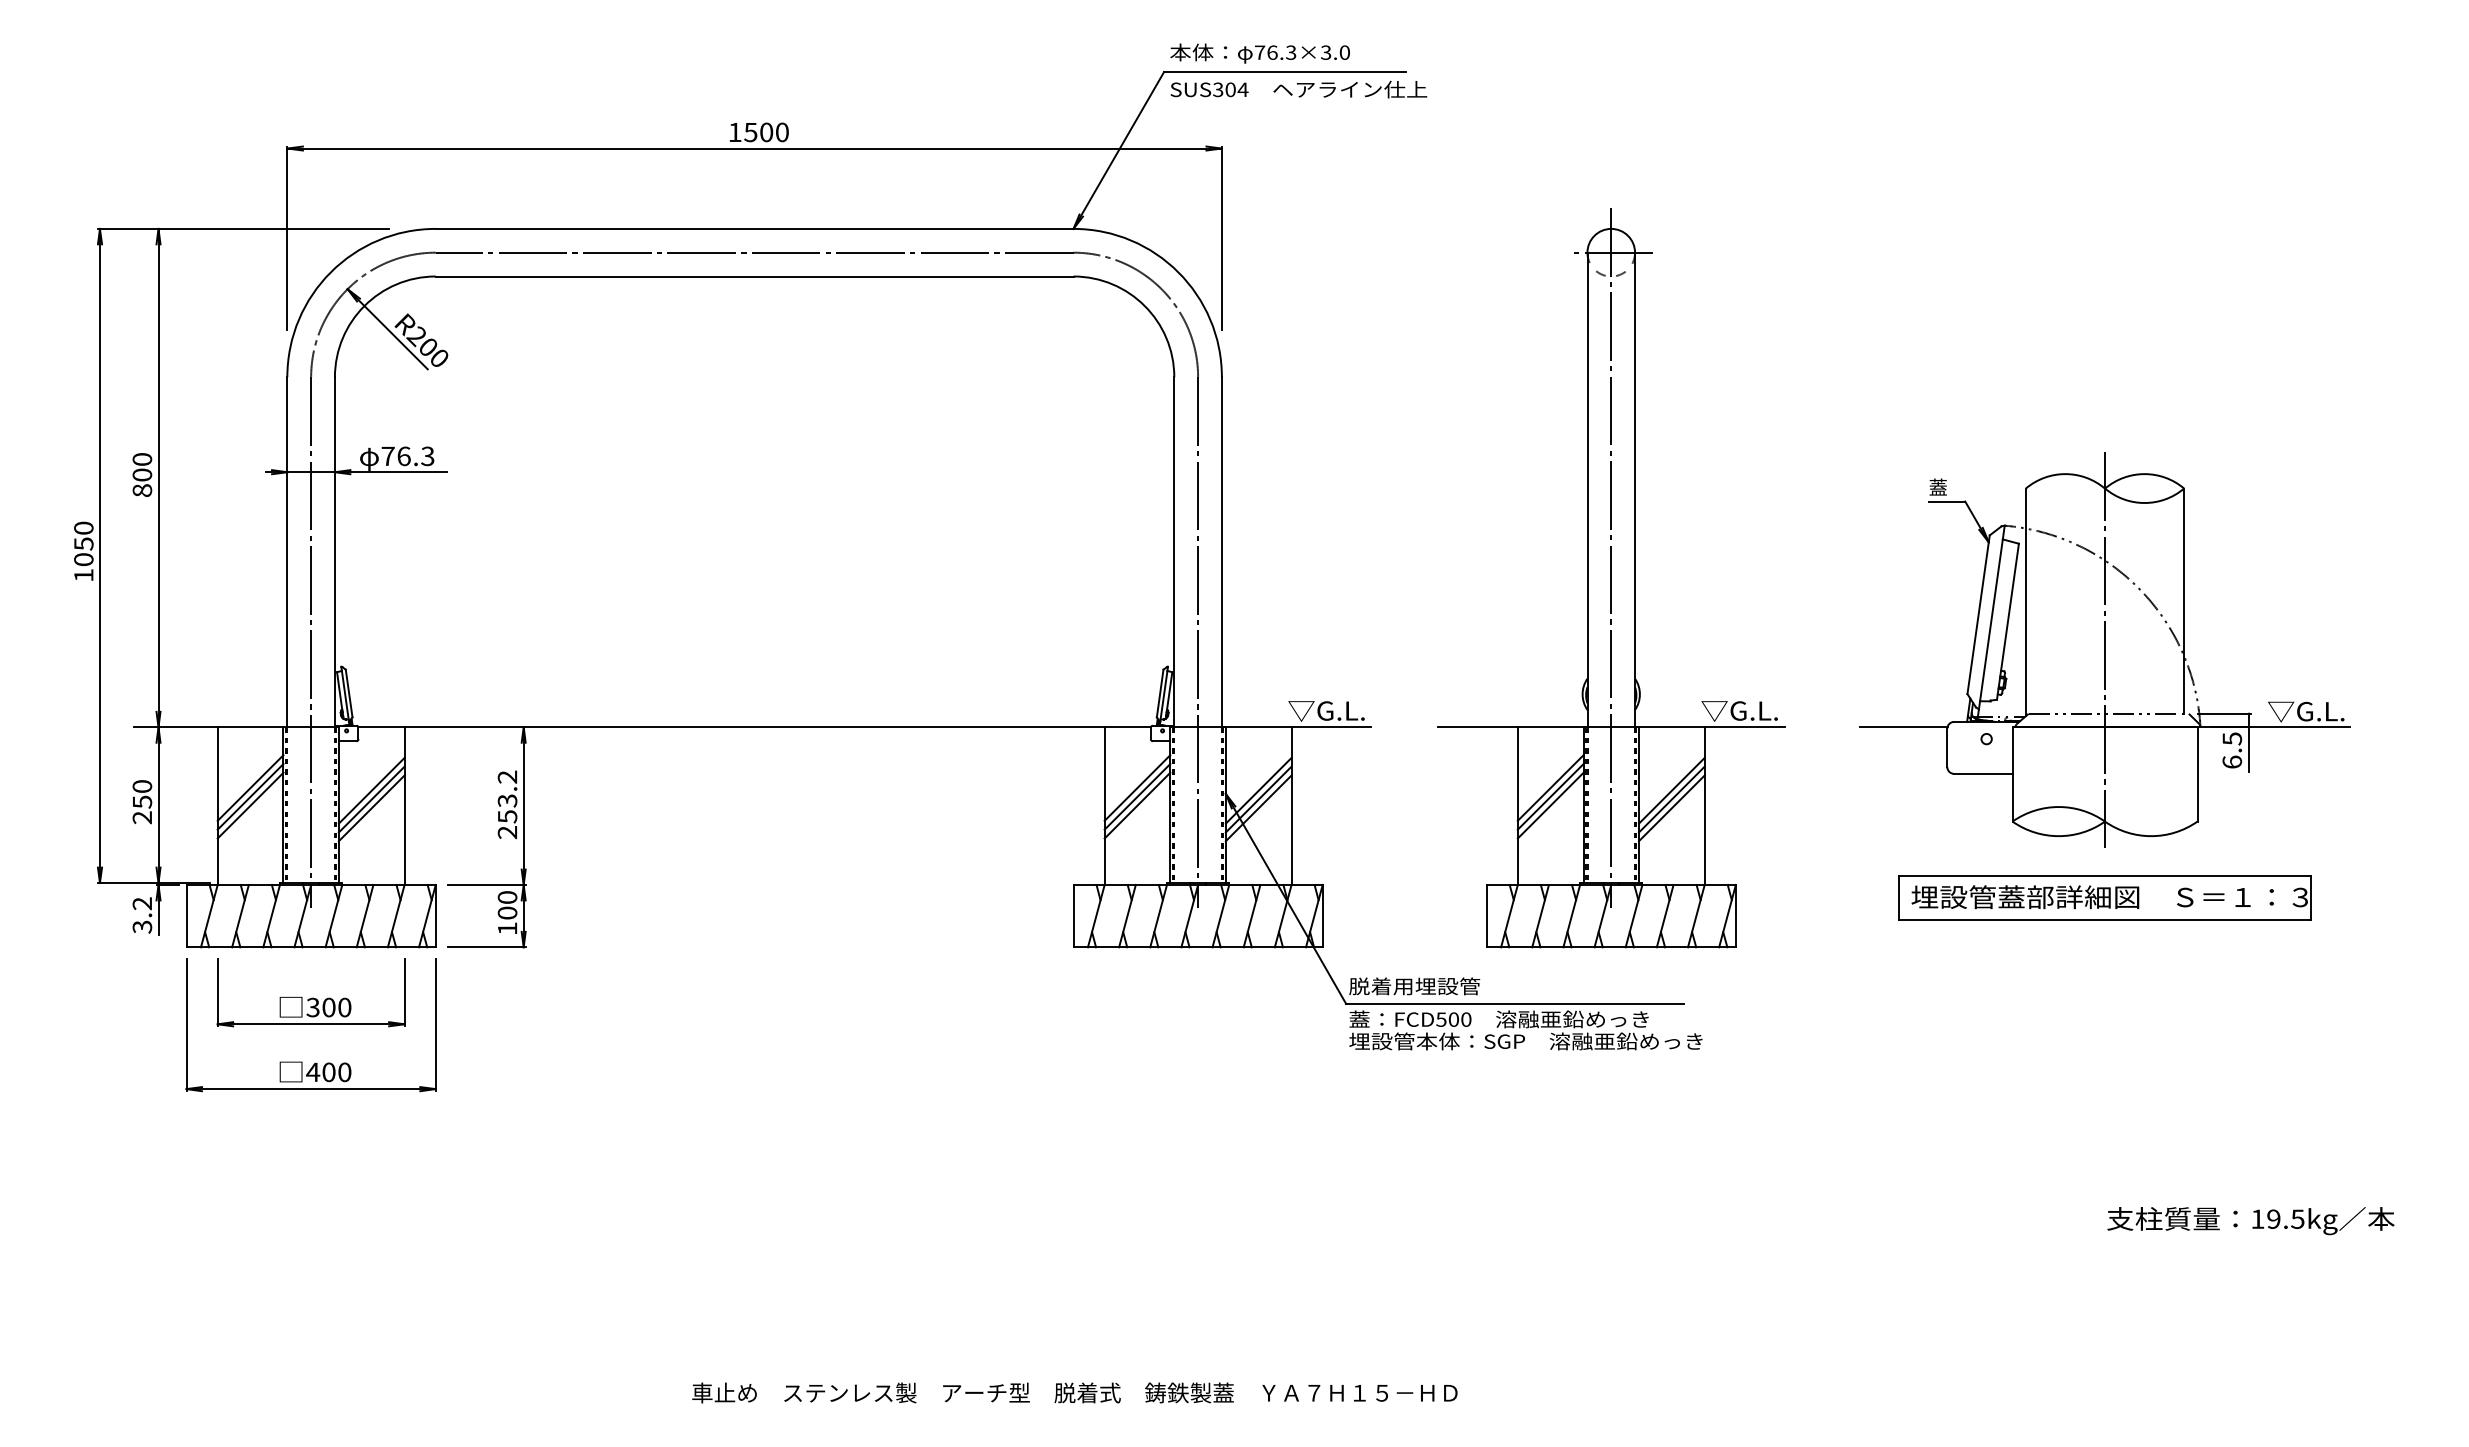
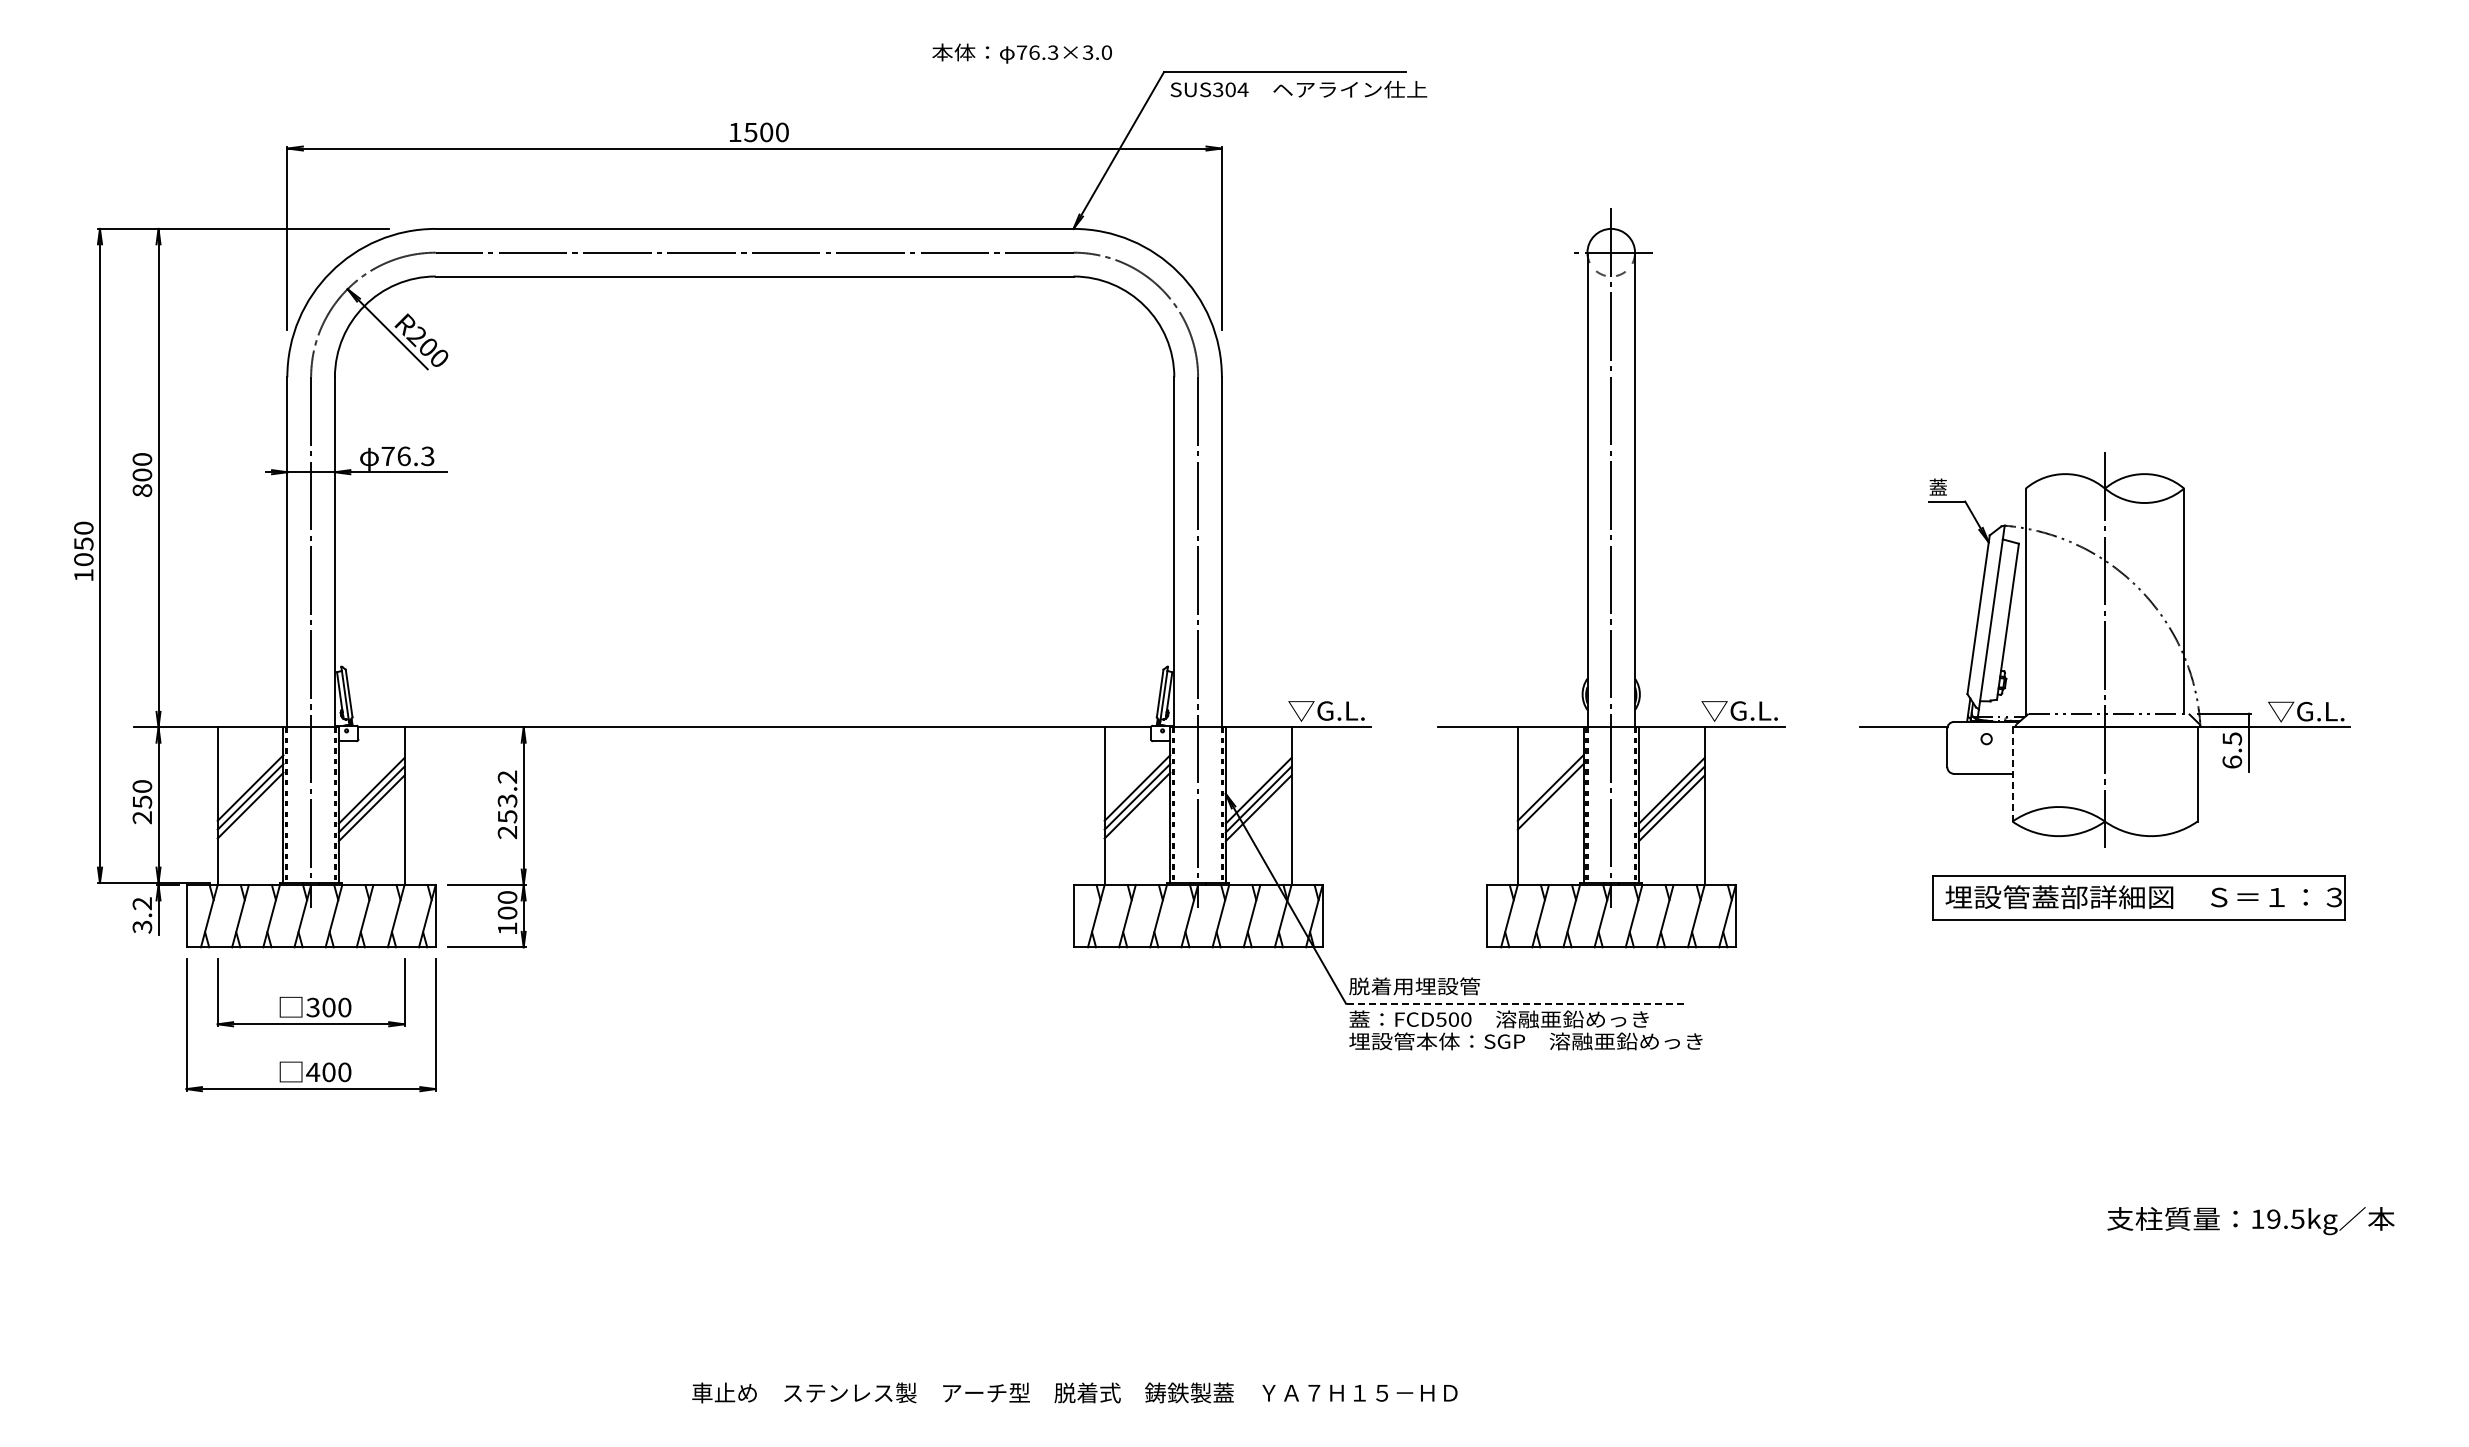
text at (1259, 53) position: (1259, 53) -> (1021, 53)
line at (2012, 773): solid -> dashed
line at (1550, 805): present -> none
part at (2104, 897) position: (2104, 897) -> (2138, 897)
line at (1514, 1003): solid -> dashed
